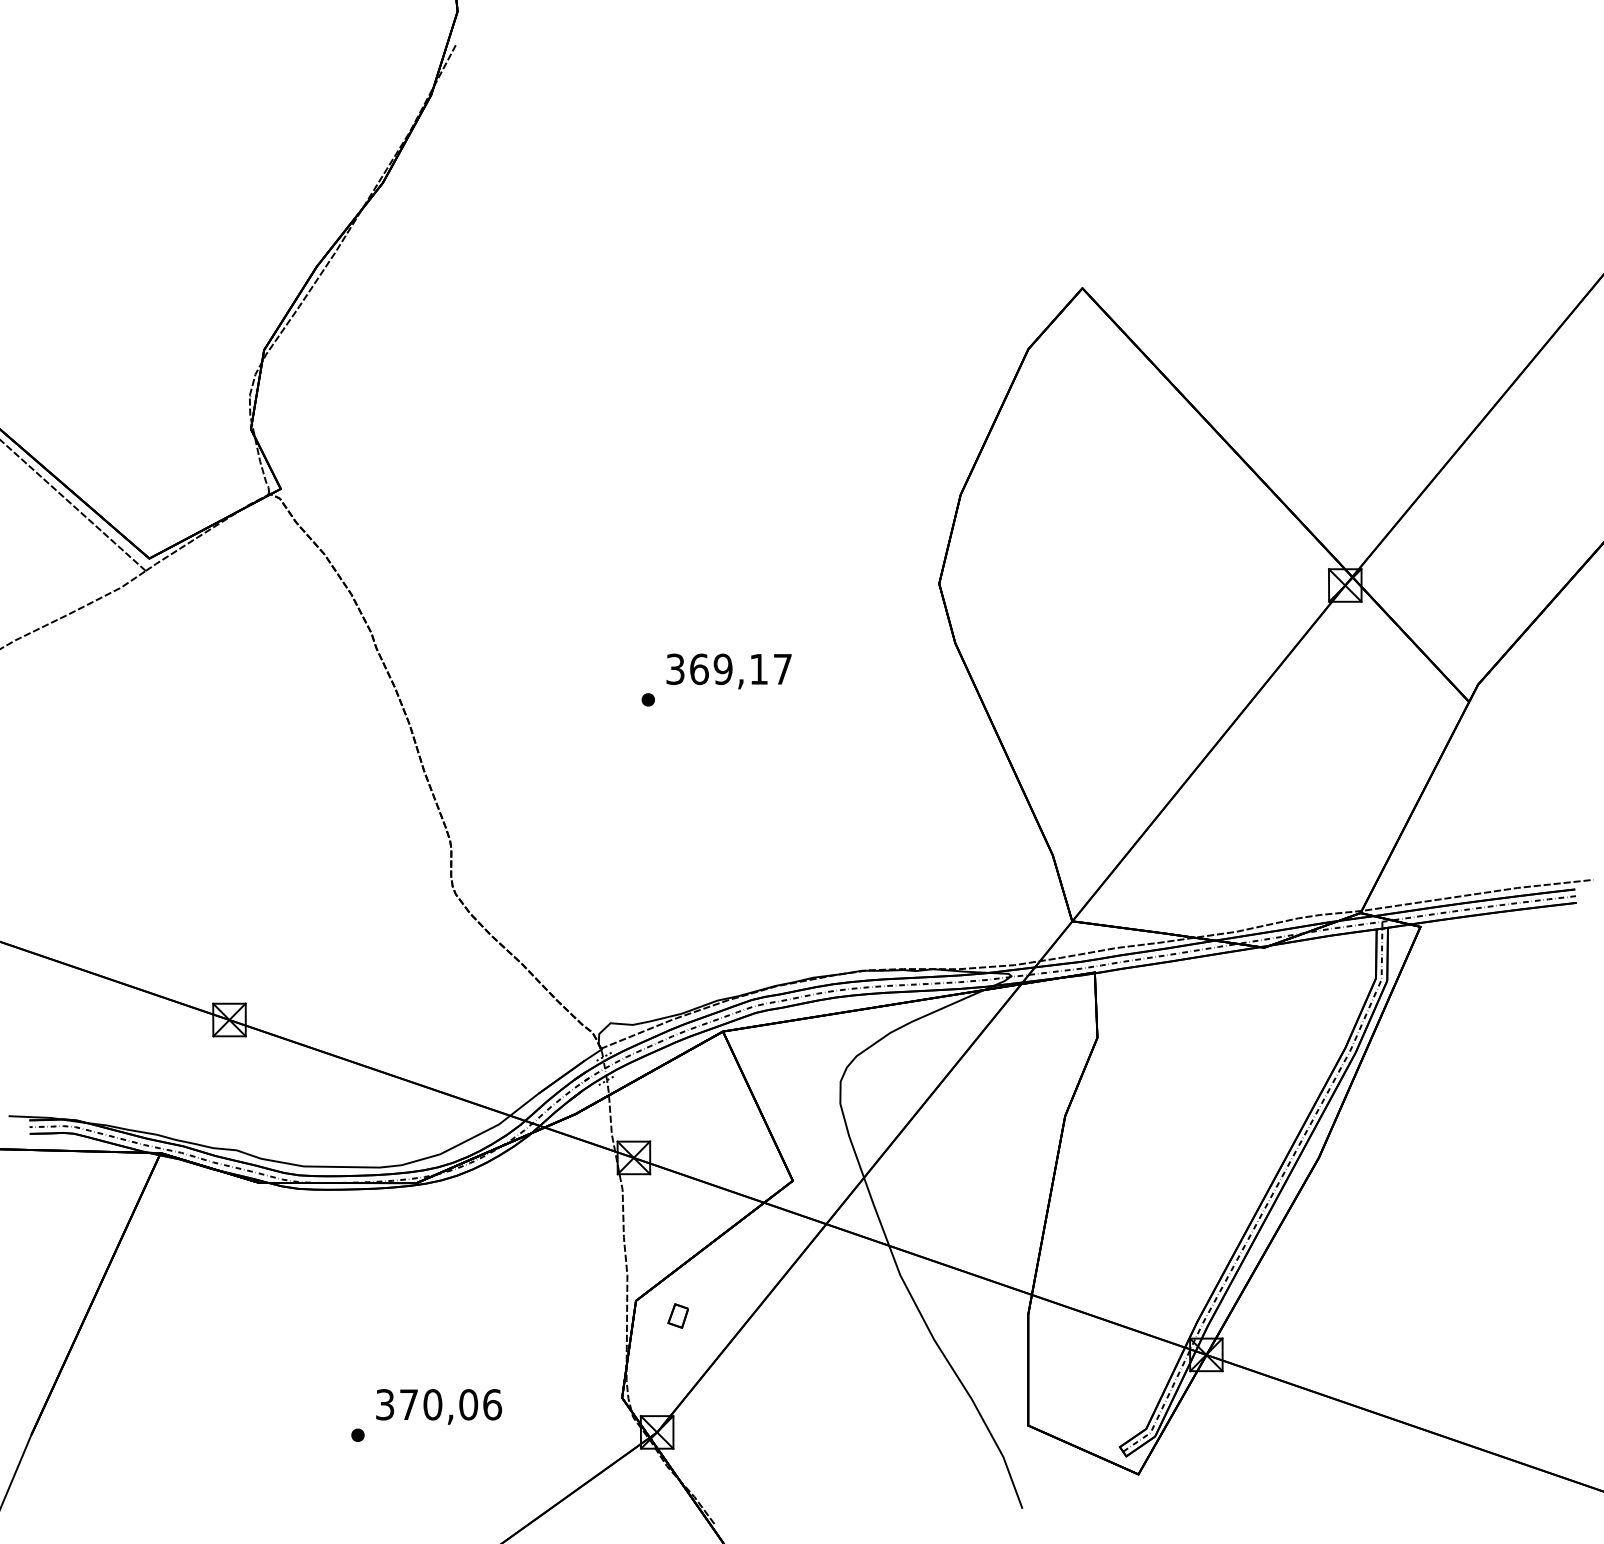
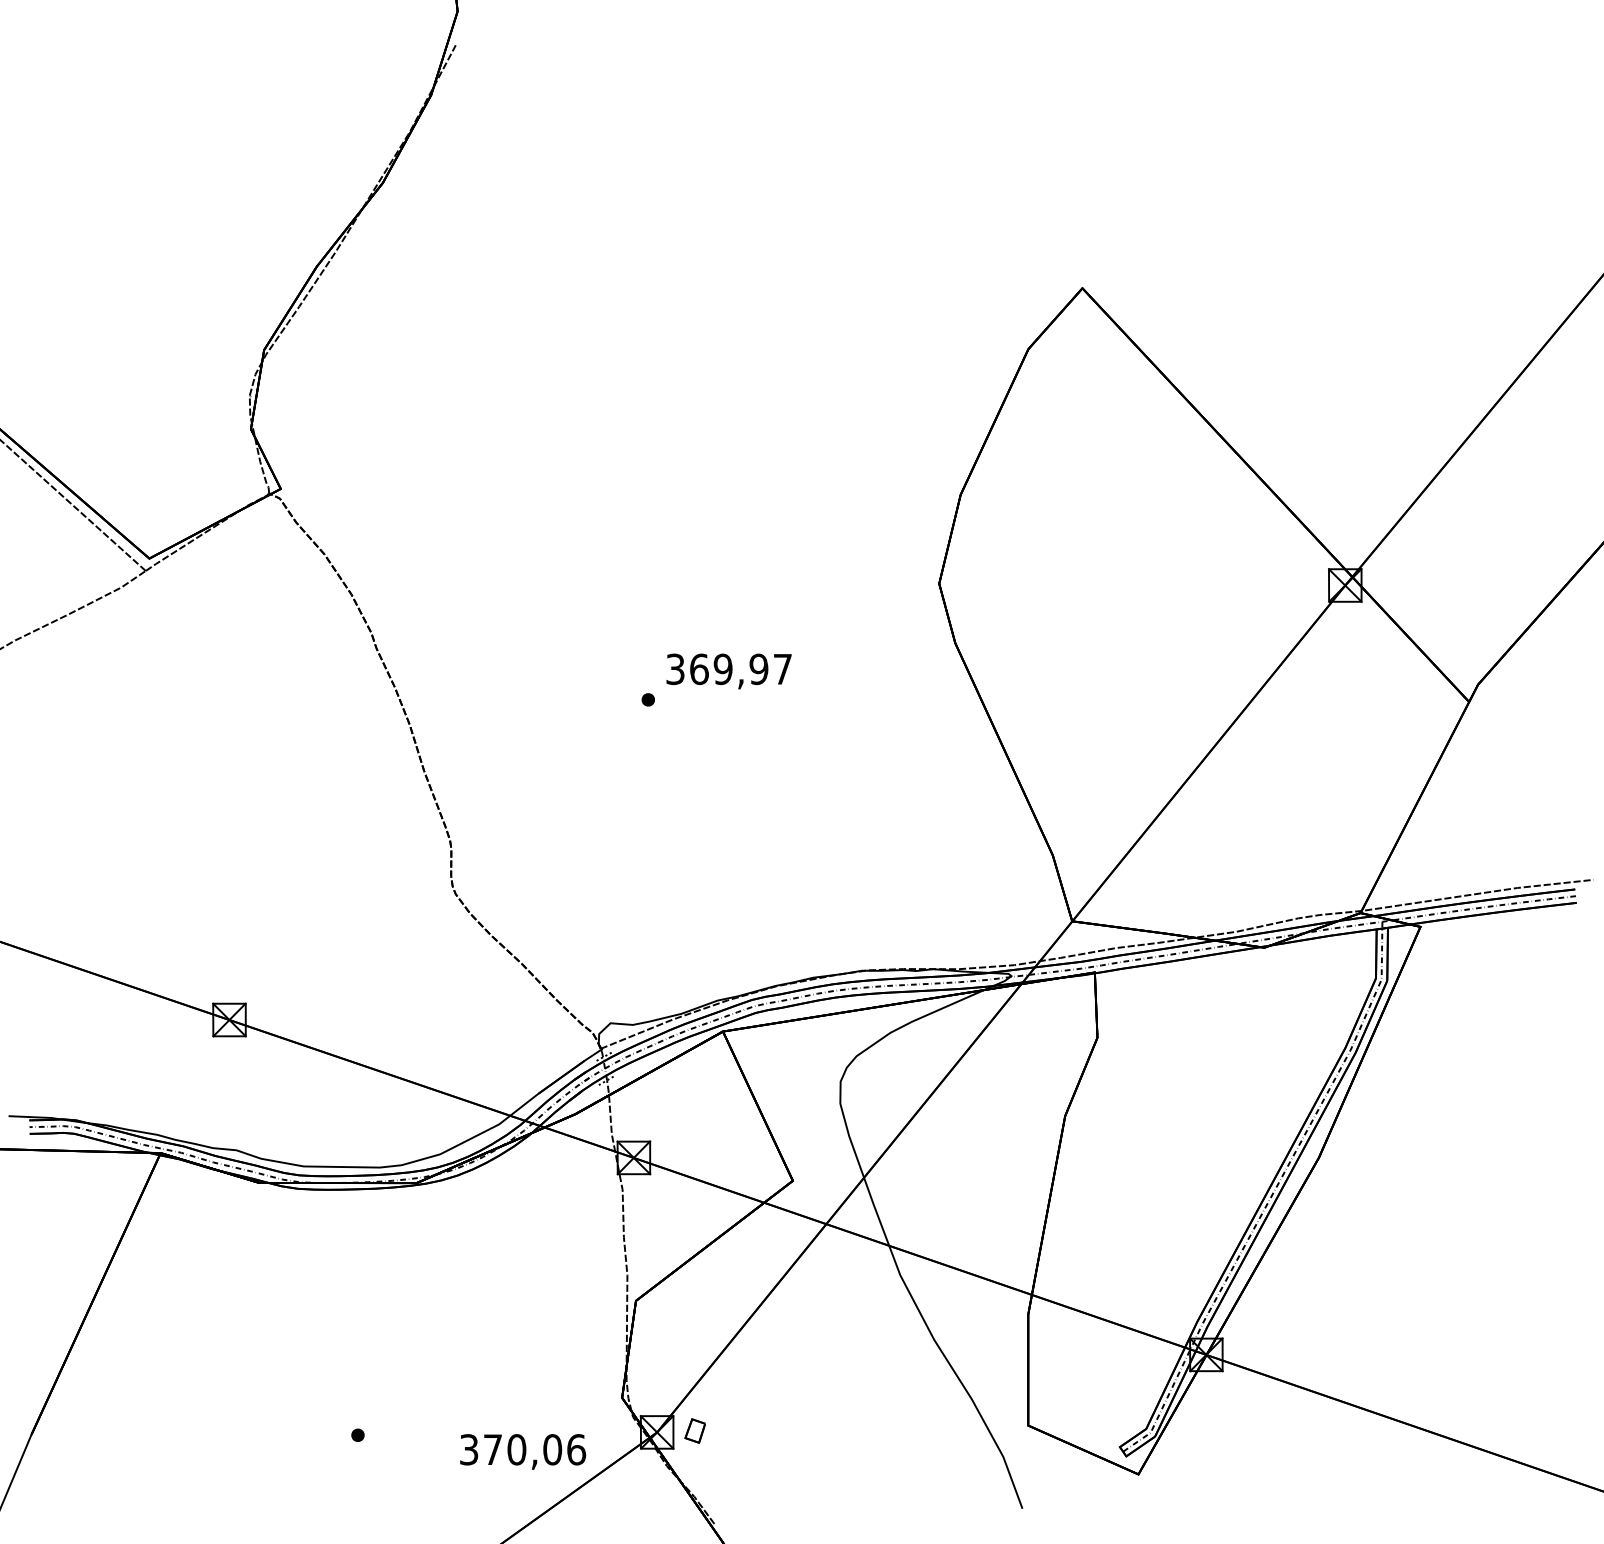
text at (758, 669): 369,17 -> 369,97
part at (677, 1315) position: (677, 1315) -> (694, 1430)
text at (439, 1406) position: (439, 1406) -> (523, 1451)
